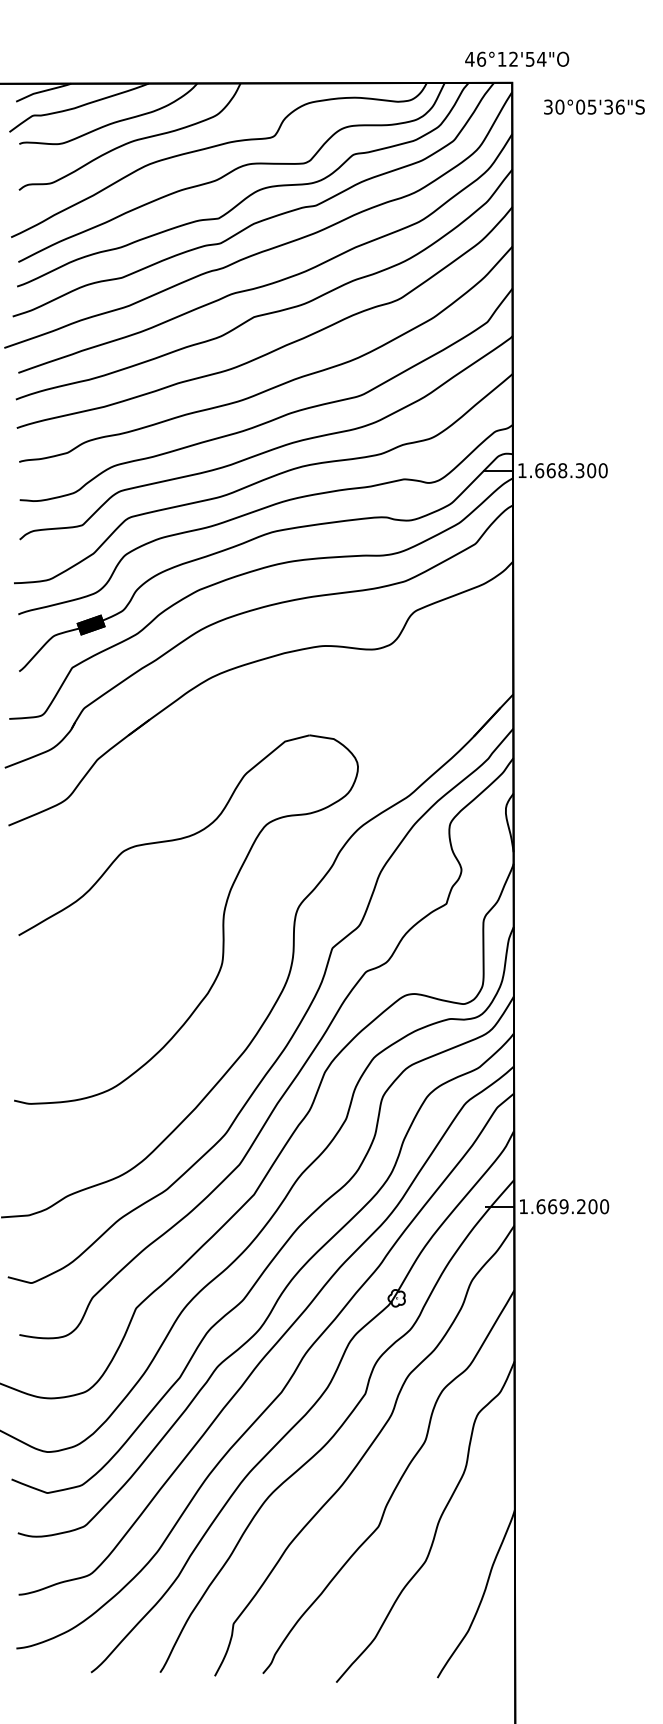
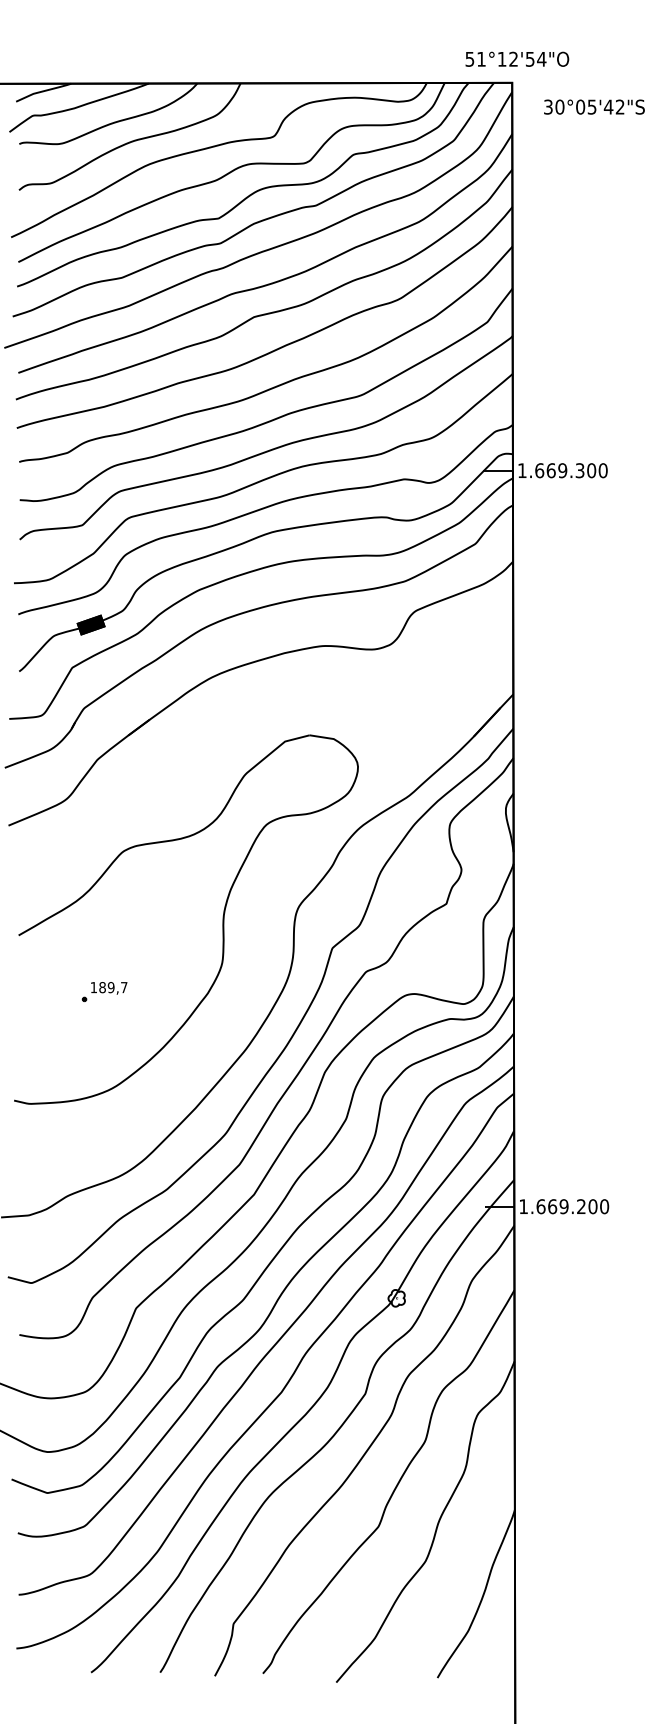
text at (475, 58): 46°12'54"O -> 51°12'54"O
text at (613, 106): 30°05'36"S -> 30°05'42"S
text at (562, 470): 1.668.300 -> 1.669.300
part at (104, 991): none -> present
